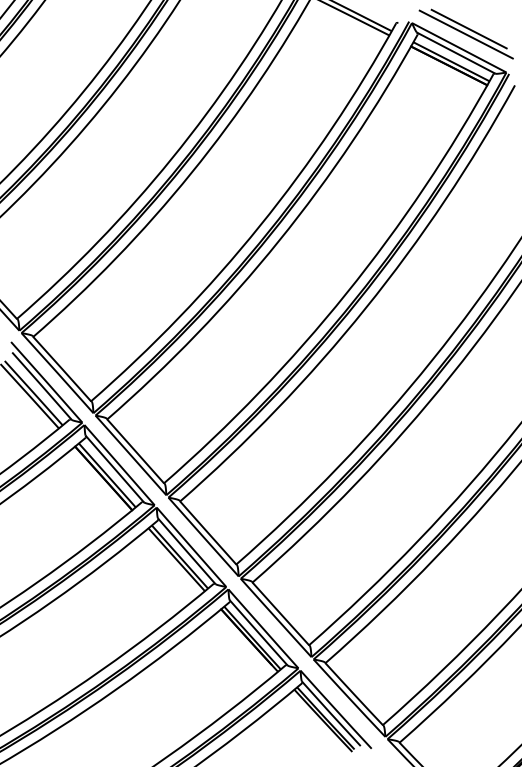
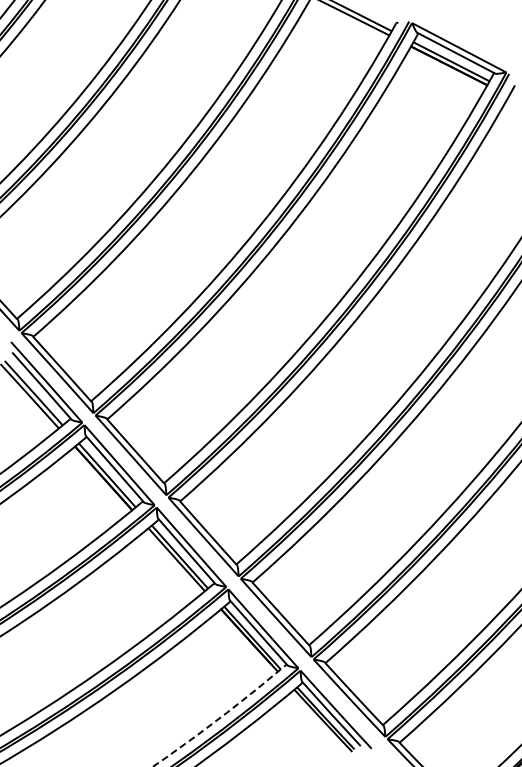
part at (465, 33): present -> none
arc at (222, 716): solid -> dashed
